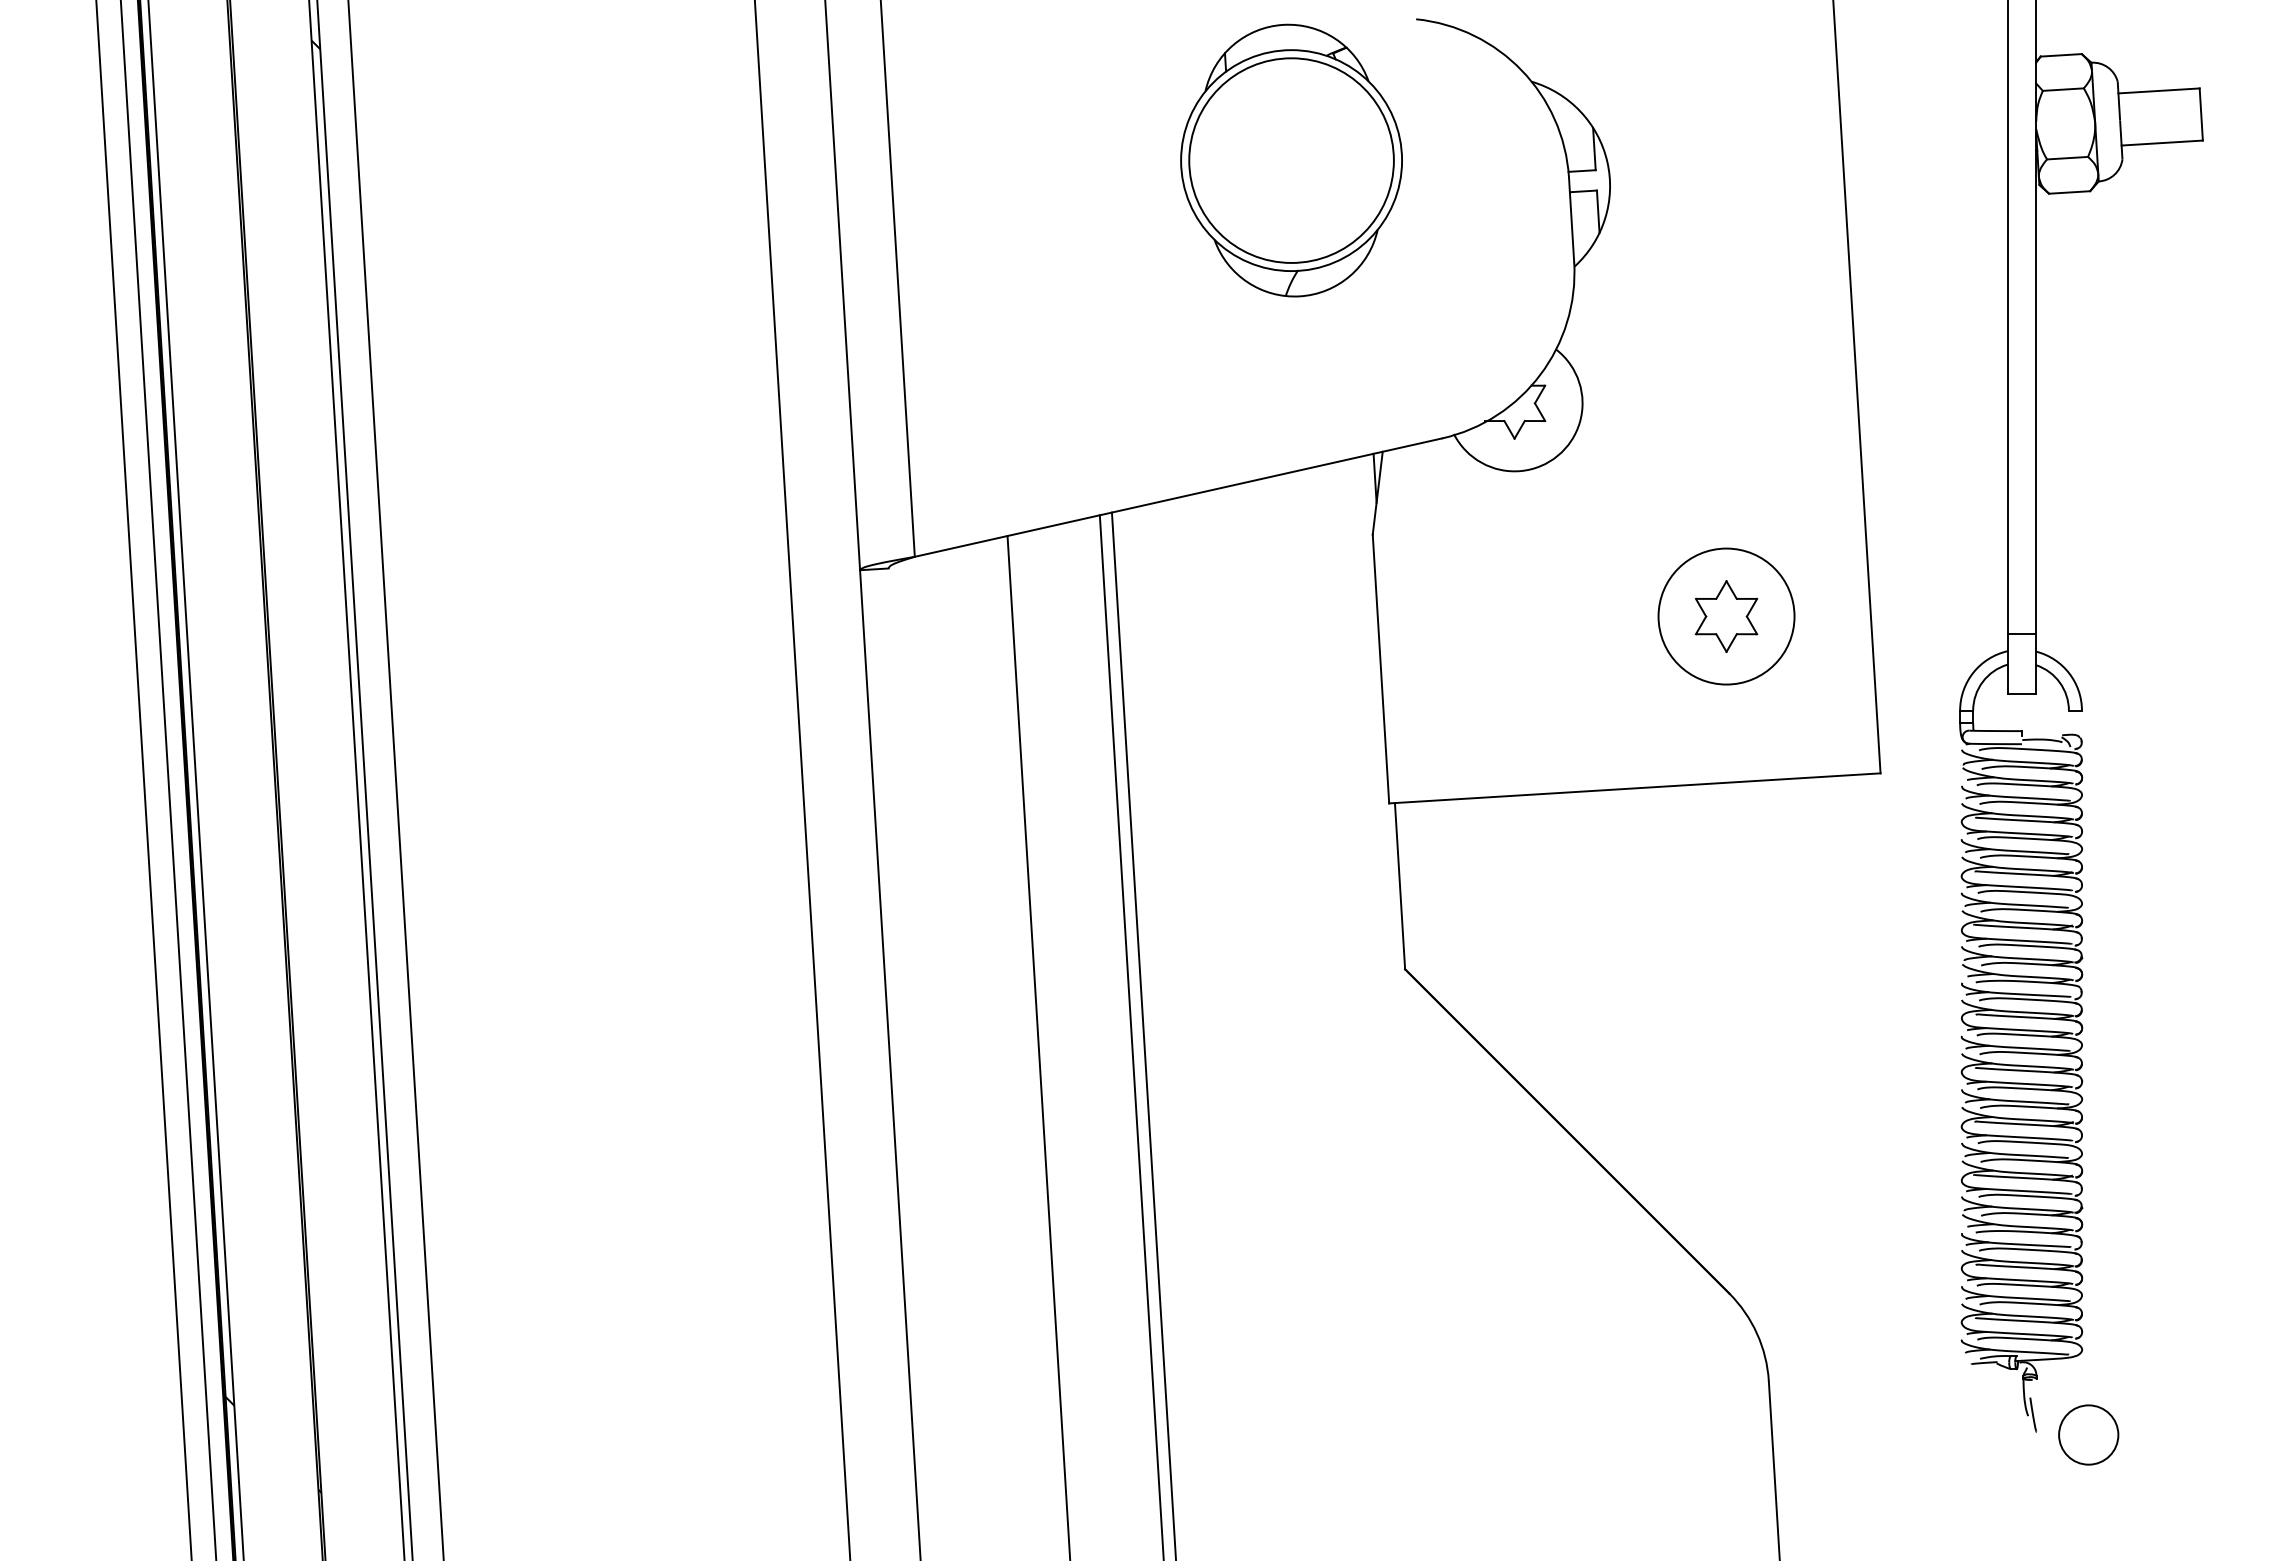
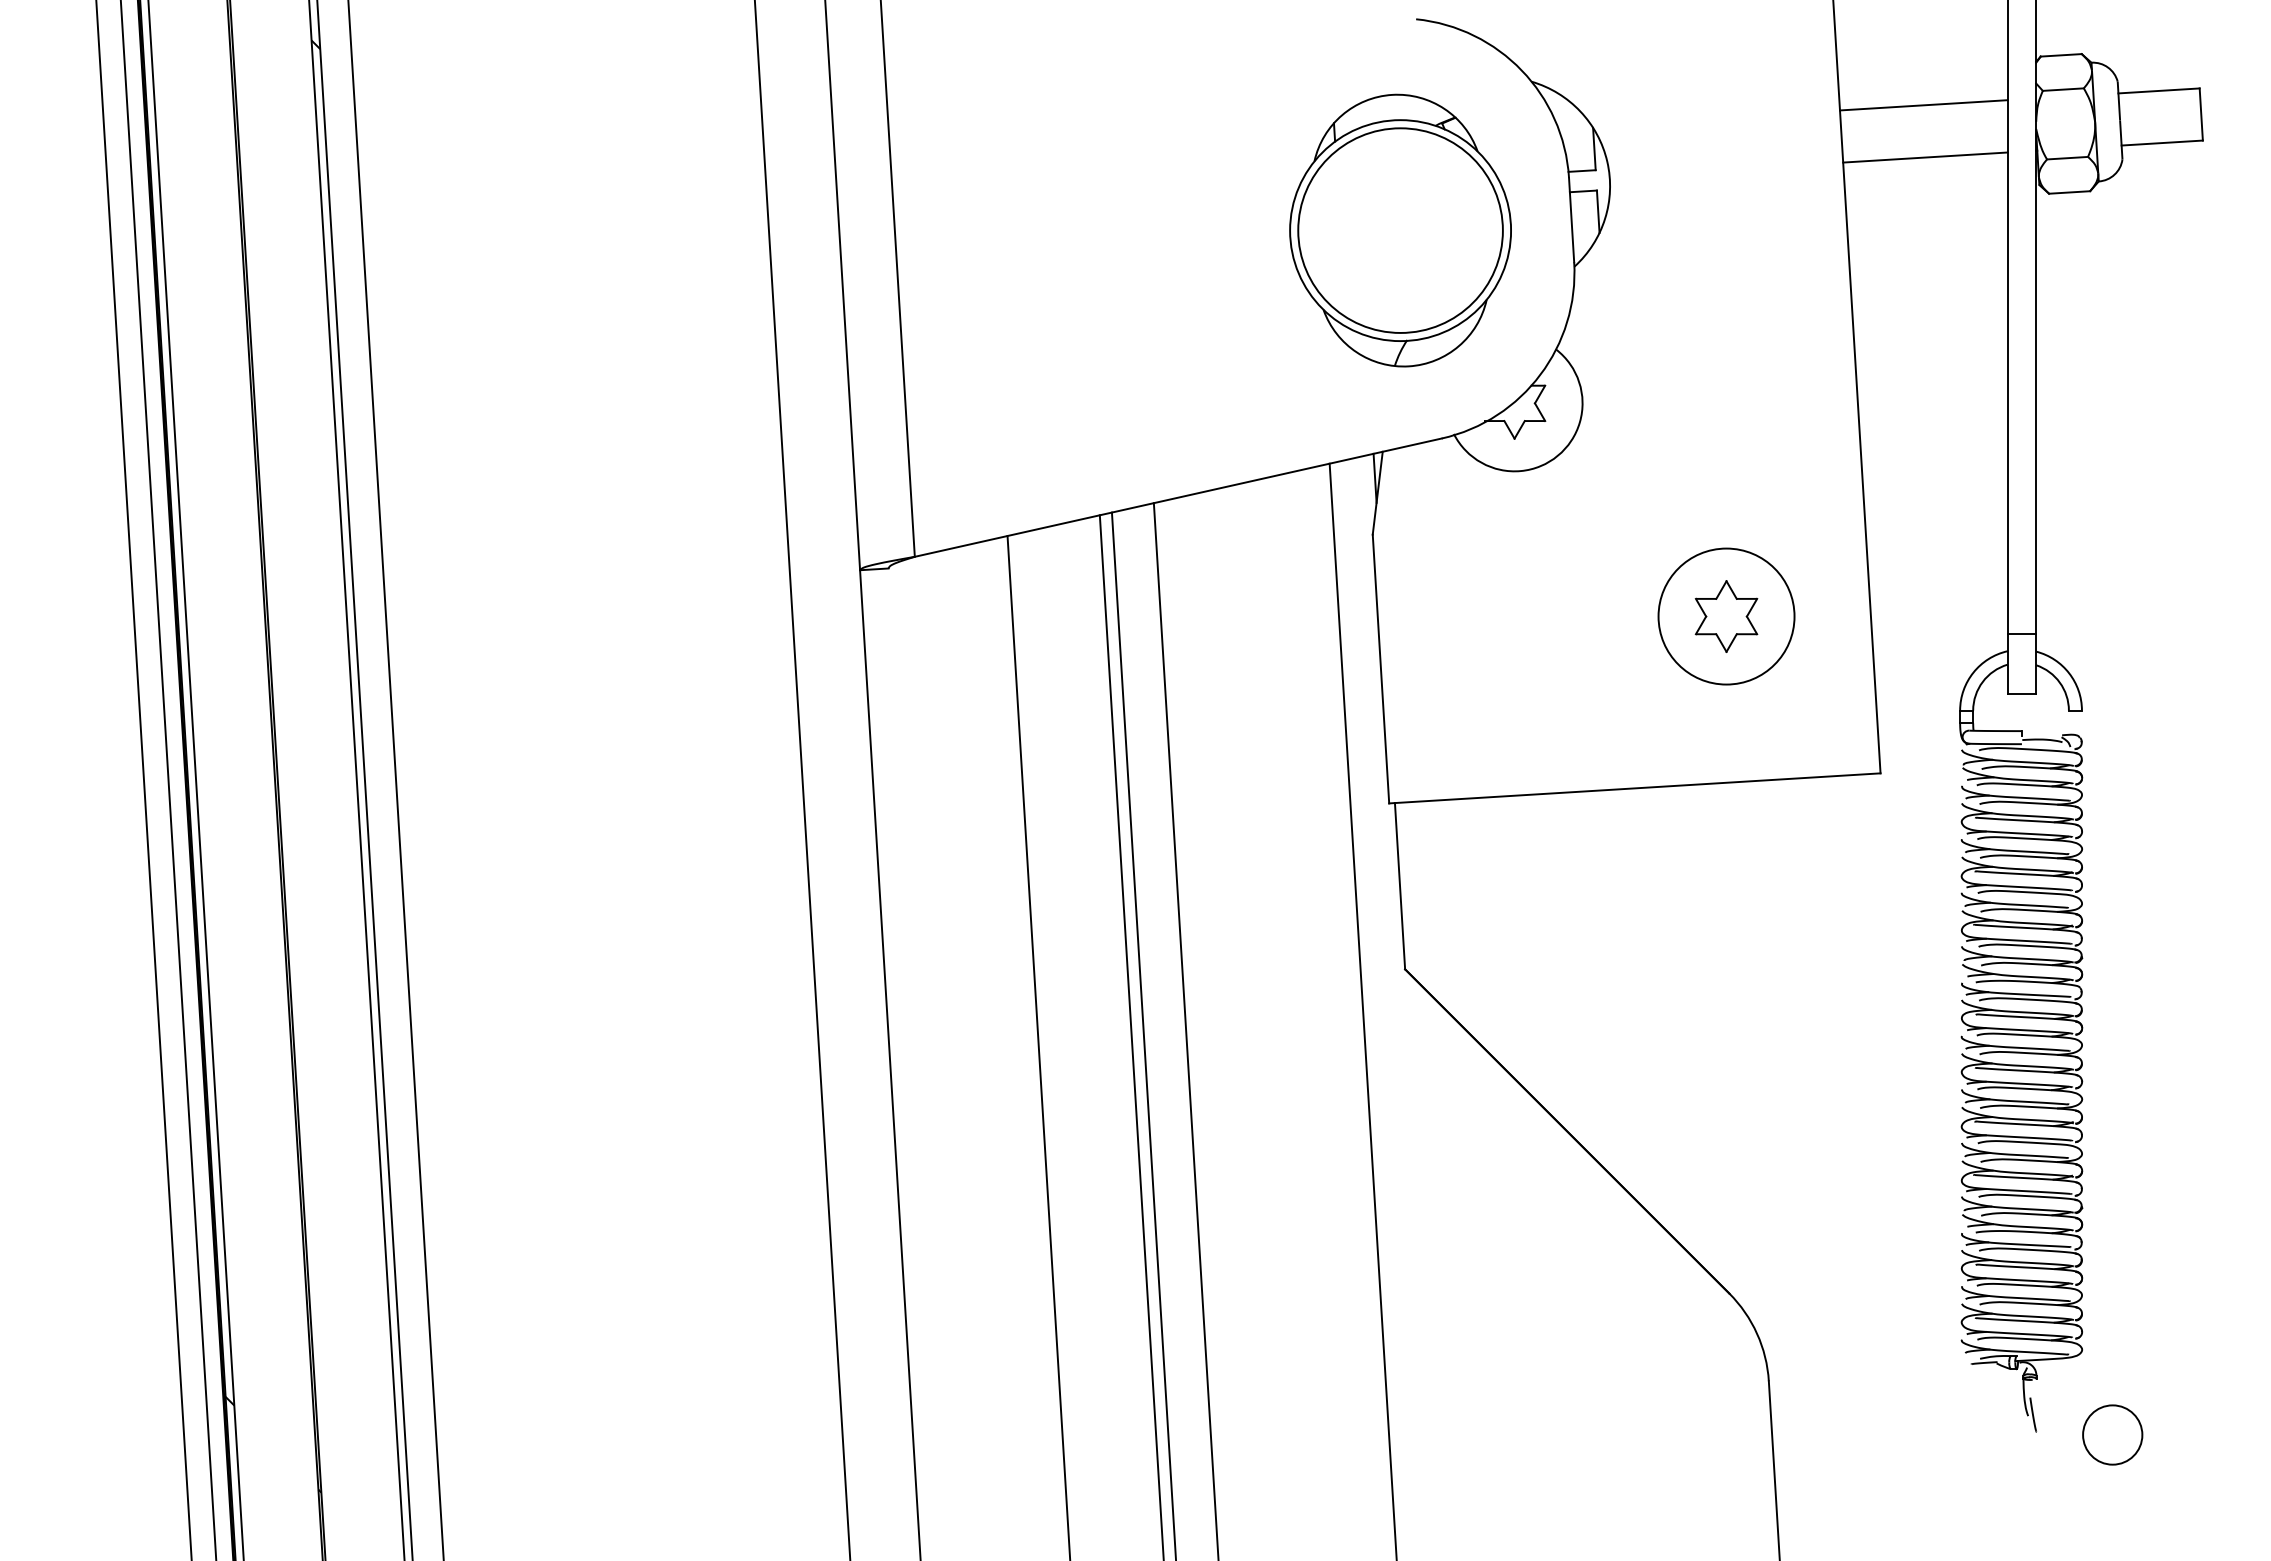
line at (1923, 105): none -> present
line at (1925, 157): none -> present
part at (1291, 160) position: (1291, 160) -> (1400, 230)
line at (1362, 1010): none -> present
line at (1185, 1030): none -> present
circle at (2088, 1434) position: (2088, 1434) -> (2112, 1434)
